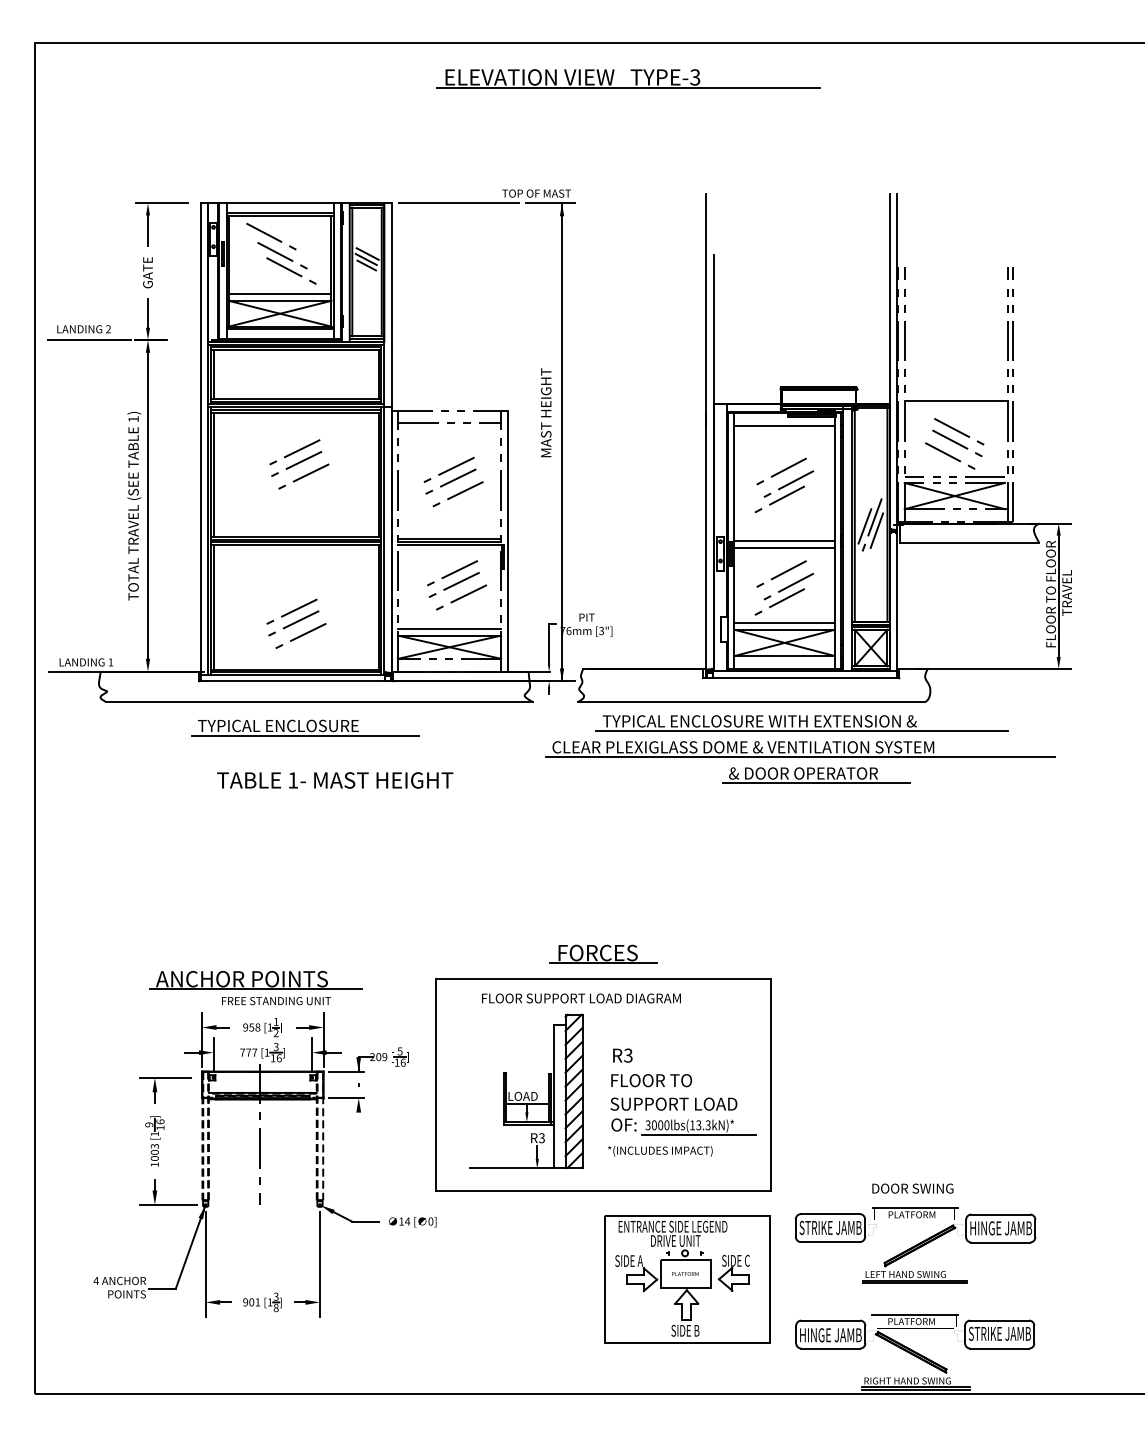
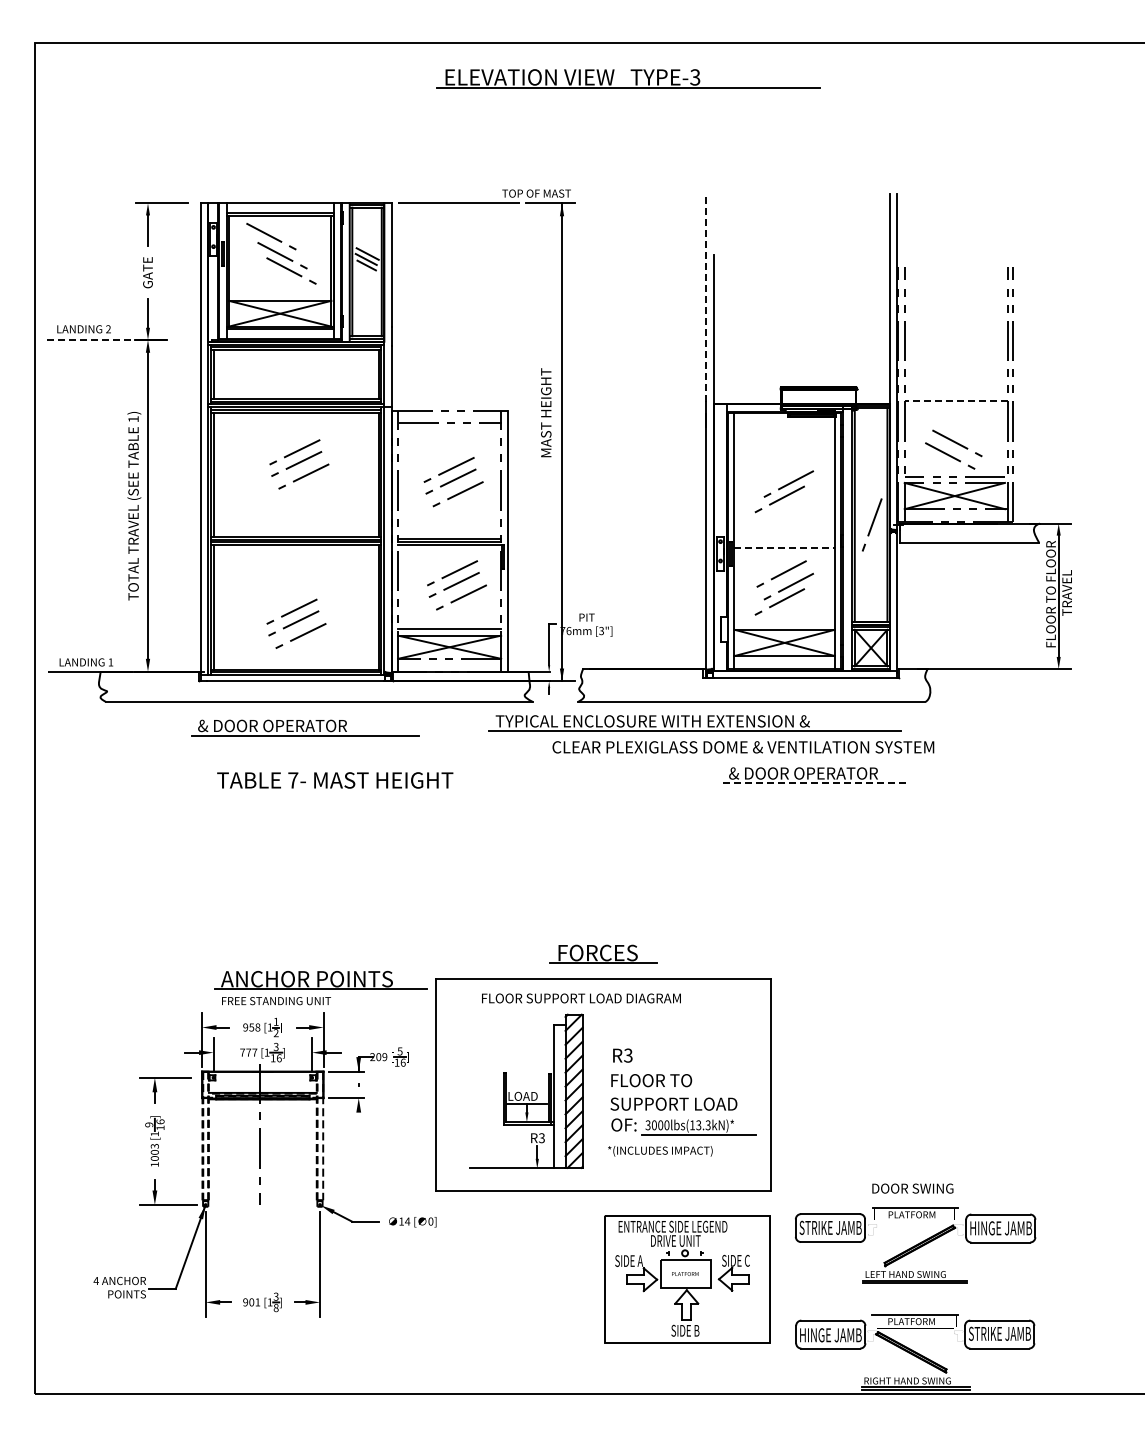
line at (279, 294): present -> none
line at (706, 297): solid -> dashed
line at (89, 339): solid -> dashed
line at (956, 401): solid -> dashed
line at (784, 425): present -> none
line at (959, 431): present -> none
line at (779, 472): present -> none
line at (864, 526): present -> none
line at (876, 530): present -> none
line at (784, 541): present -> none
line at (785, 547): solid -> dashed
line at (784, 623): present -> none
part at (801, 723) position: (801, 723) -> (694, 723)
text at (278, 725): TYPICAL ENCLOSURE -> & DOOR OPERATOR
line at (799, 757): present -> none
text at (293, 780): 1- -> 7-
line at (816, 783): solid -> dashed
part at (255, 980) position: (255, 980) -> (320, 980)
